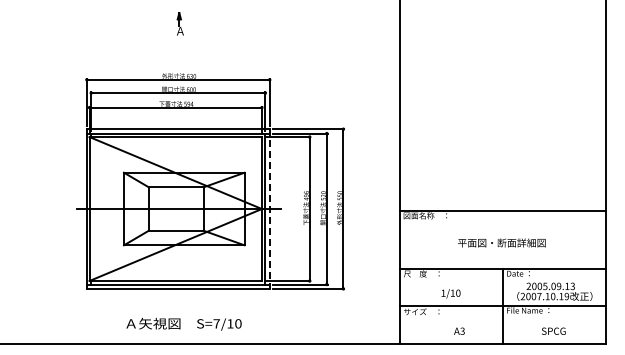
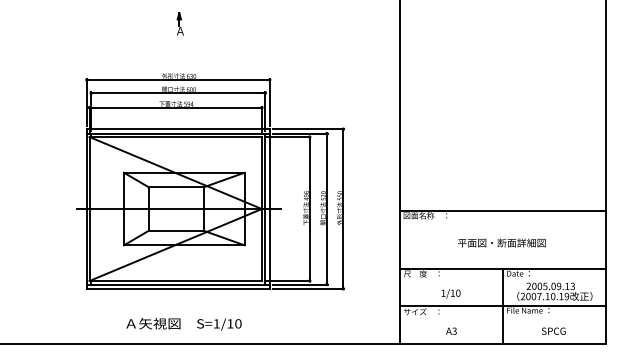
line at (269, 209): dashed -> solid
text at (216, 323): S=7/10 -> S=1/10
text at (459, 330) position: (459, 330) -> (451, 330)
